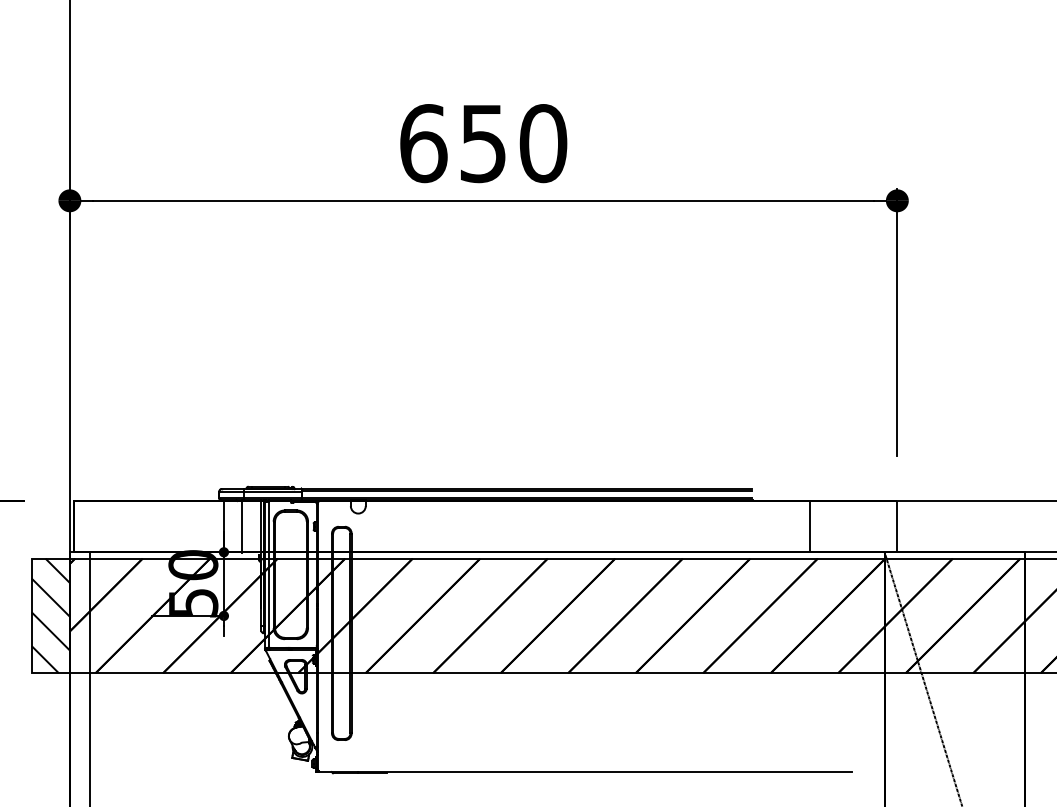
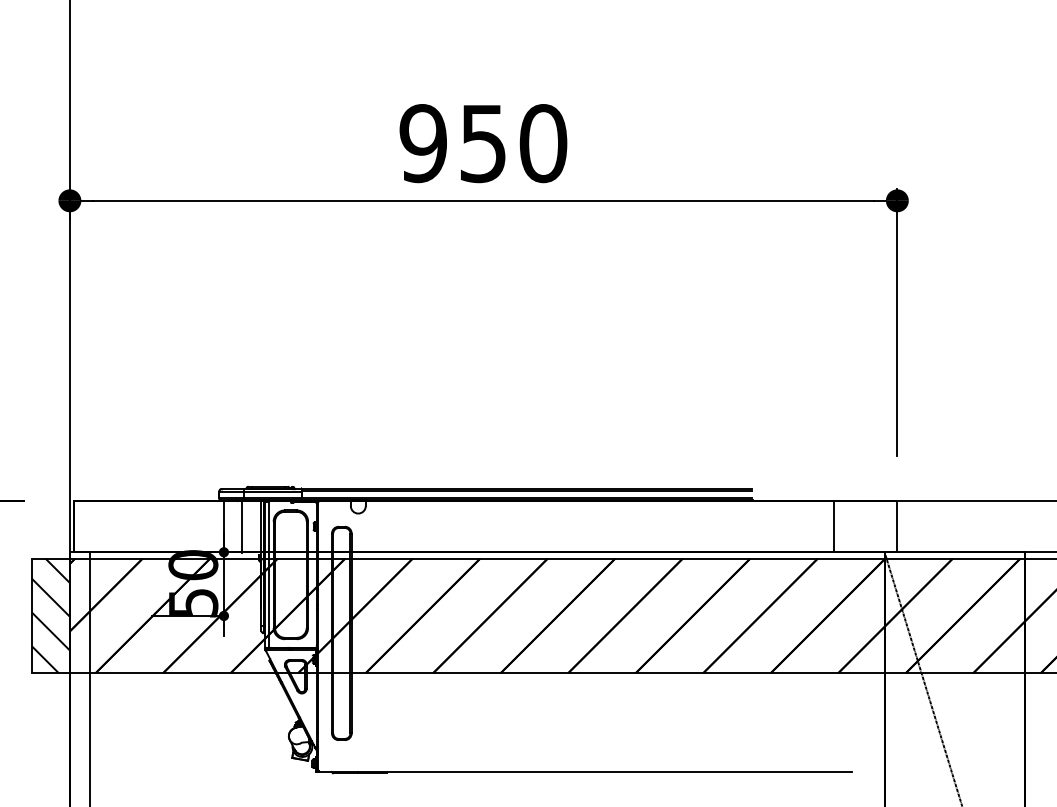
text at (423, 143): 650 -> 950
line at (809, 526) position: (809, 526) -> (833, 526)
